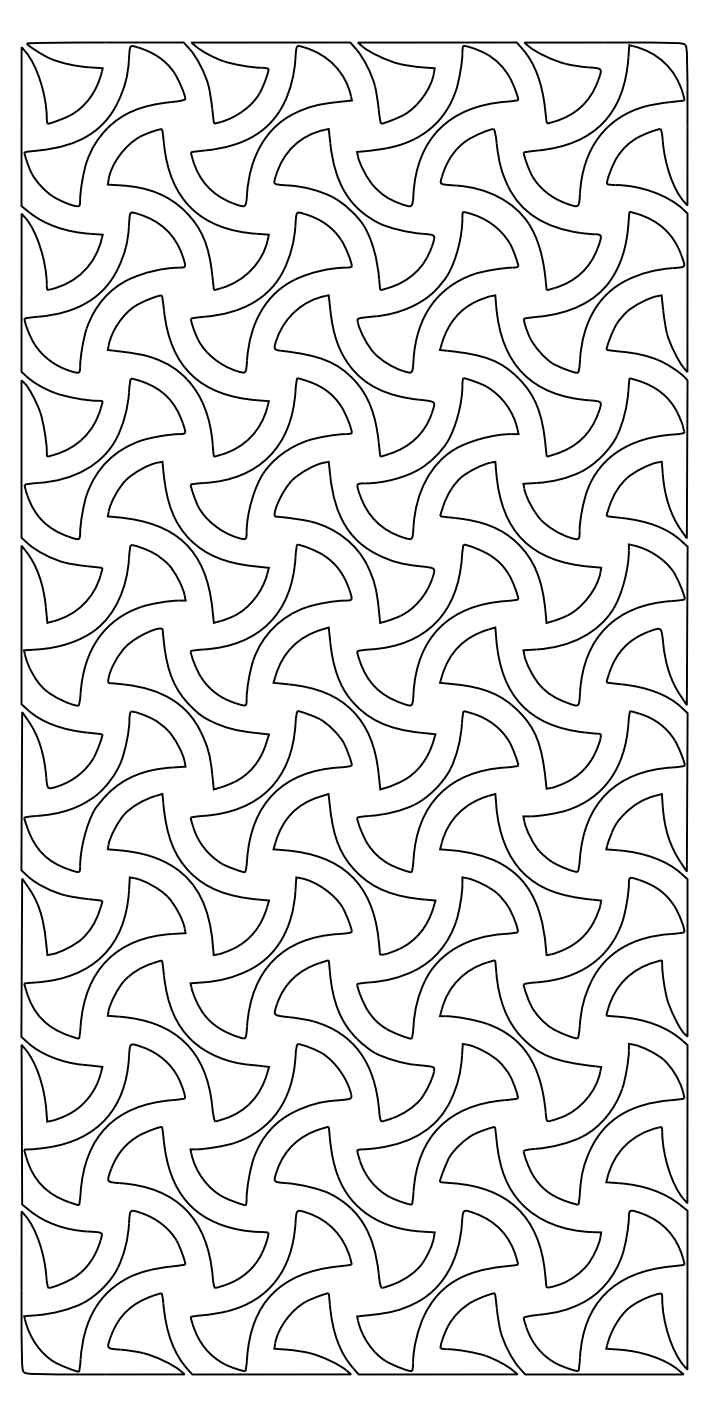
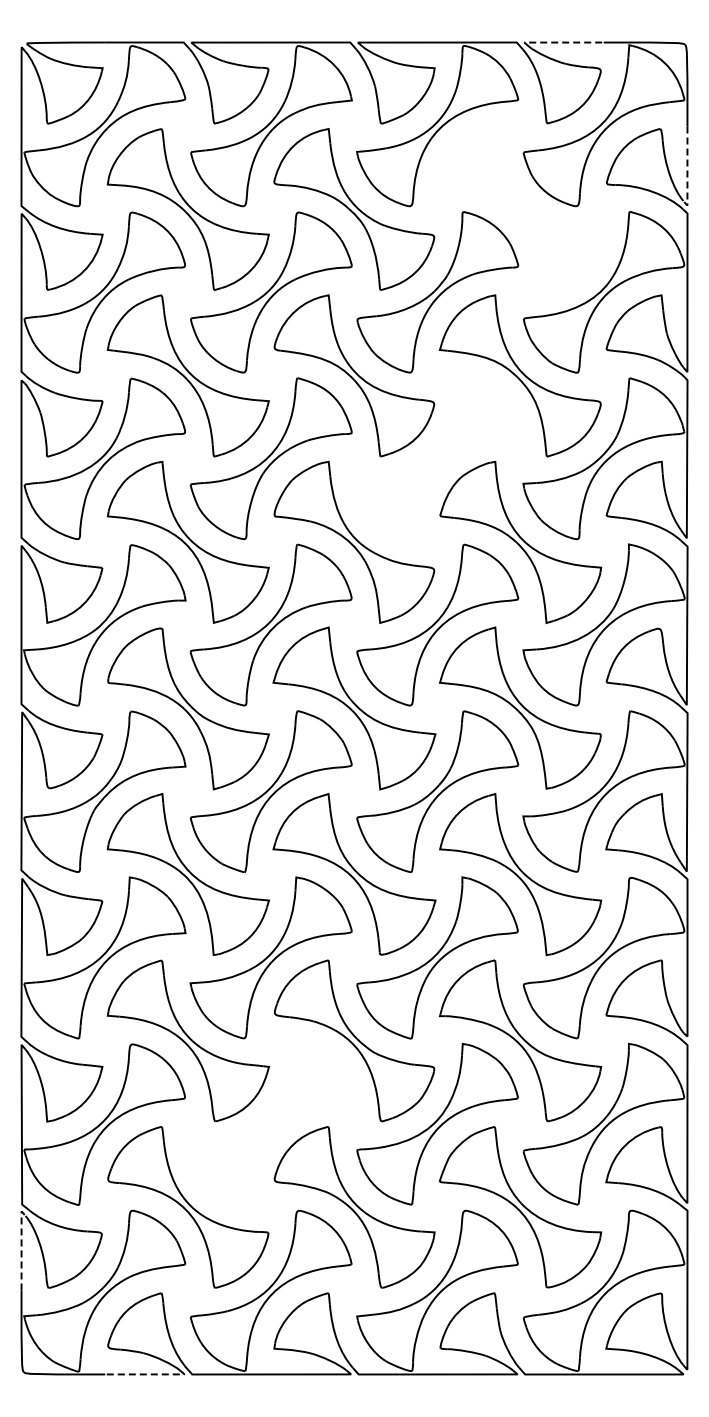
line at (560, 42): solid -> dashed
line at (687, 170): solid -> dashed
part at (520, 209): present -> none
part at (437, 458): present -> none
part at (270, 1124): present -> none
line at (21, 1246): solid -> dashed
line at (148, 1374): solid -> dashed
